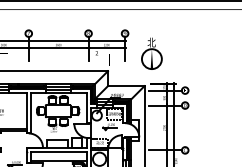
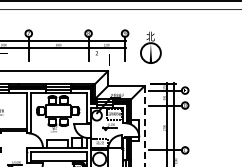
part at (151, 53) position: (151, 53) -> (150, 47)
line at (144, 126): solid -> dashed
